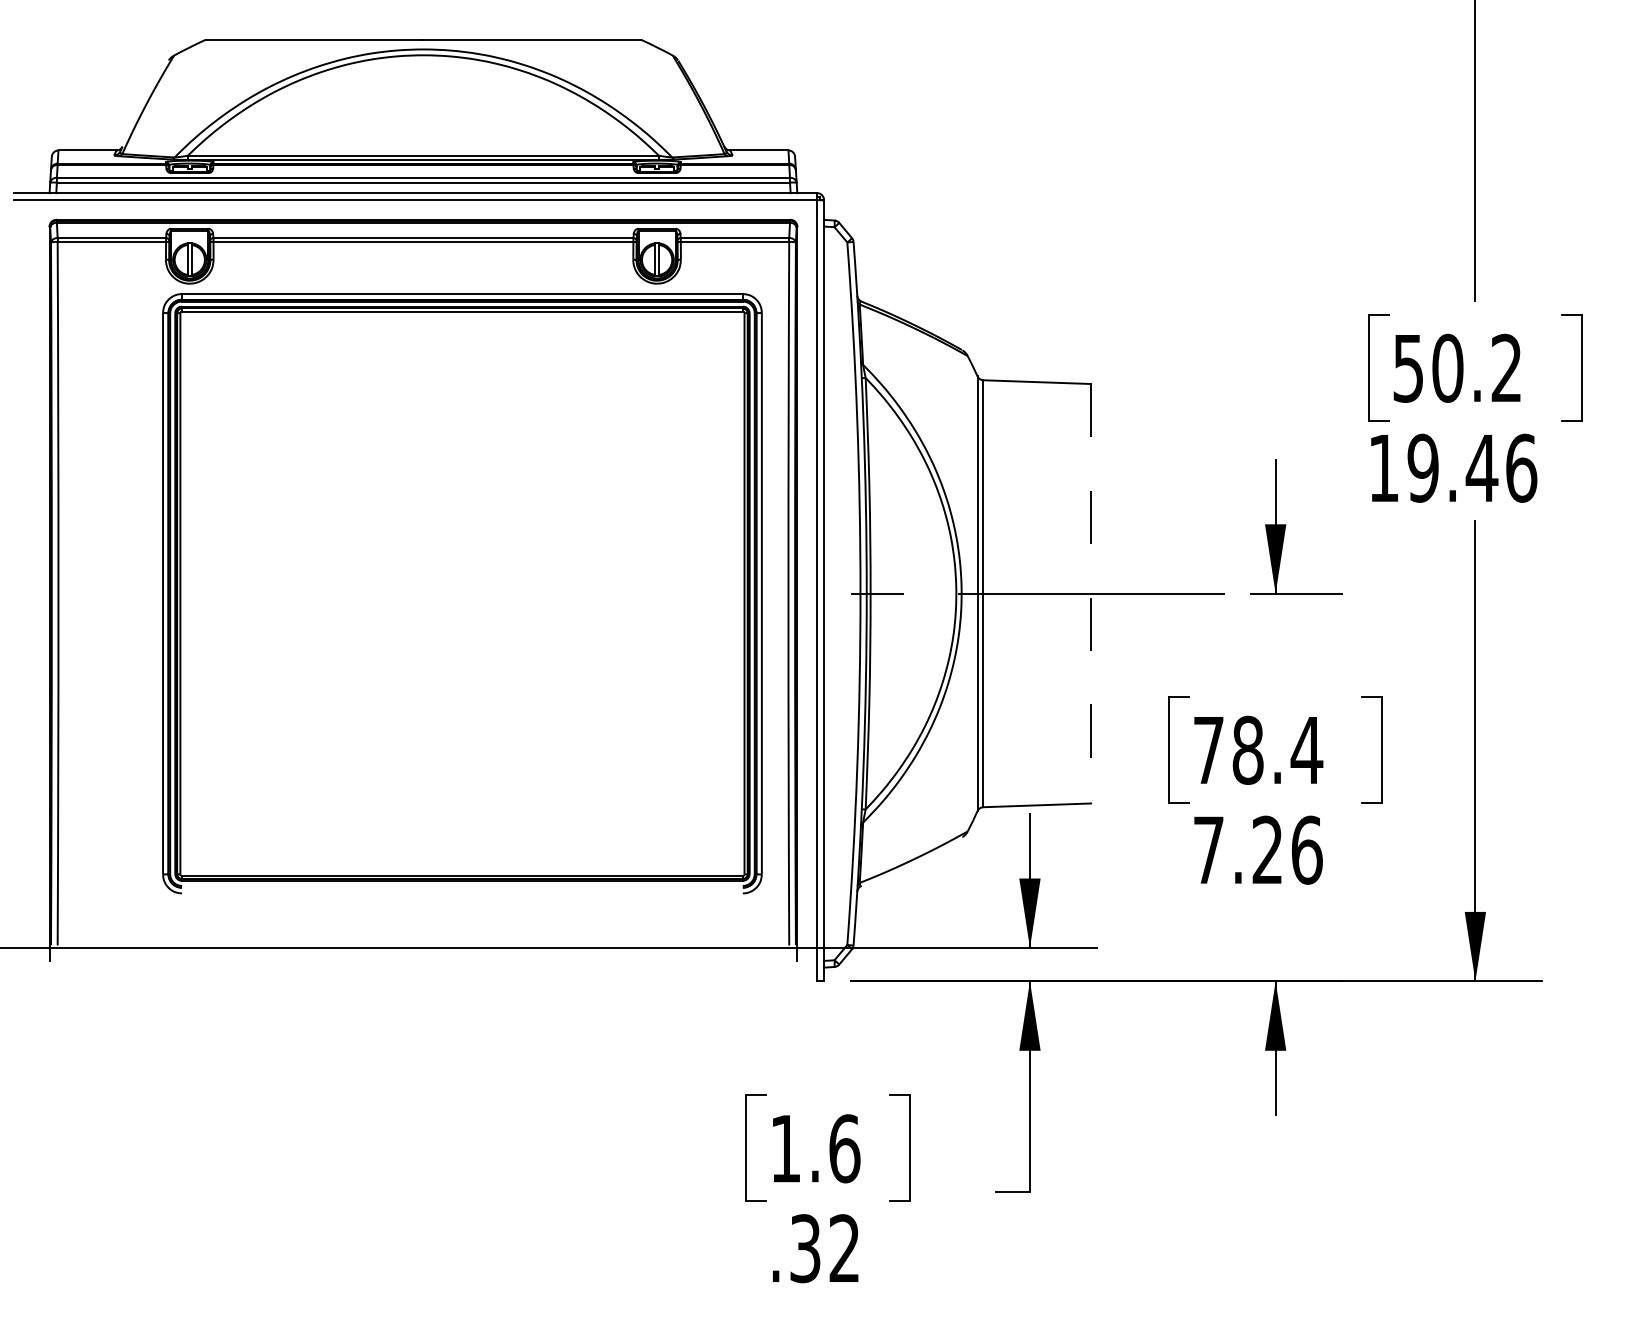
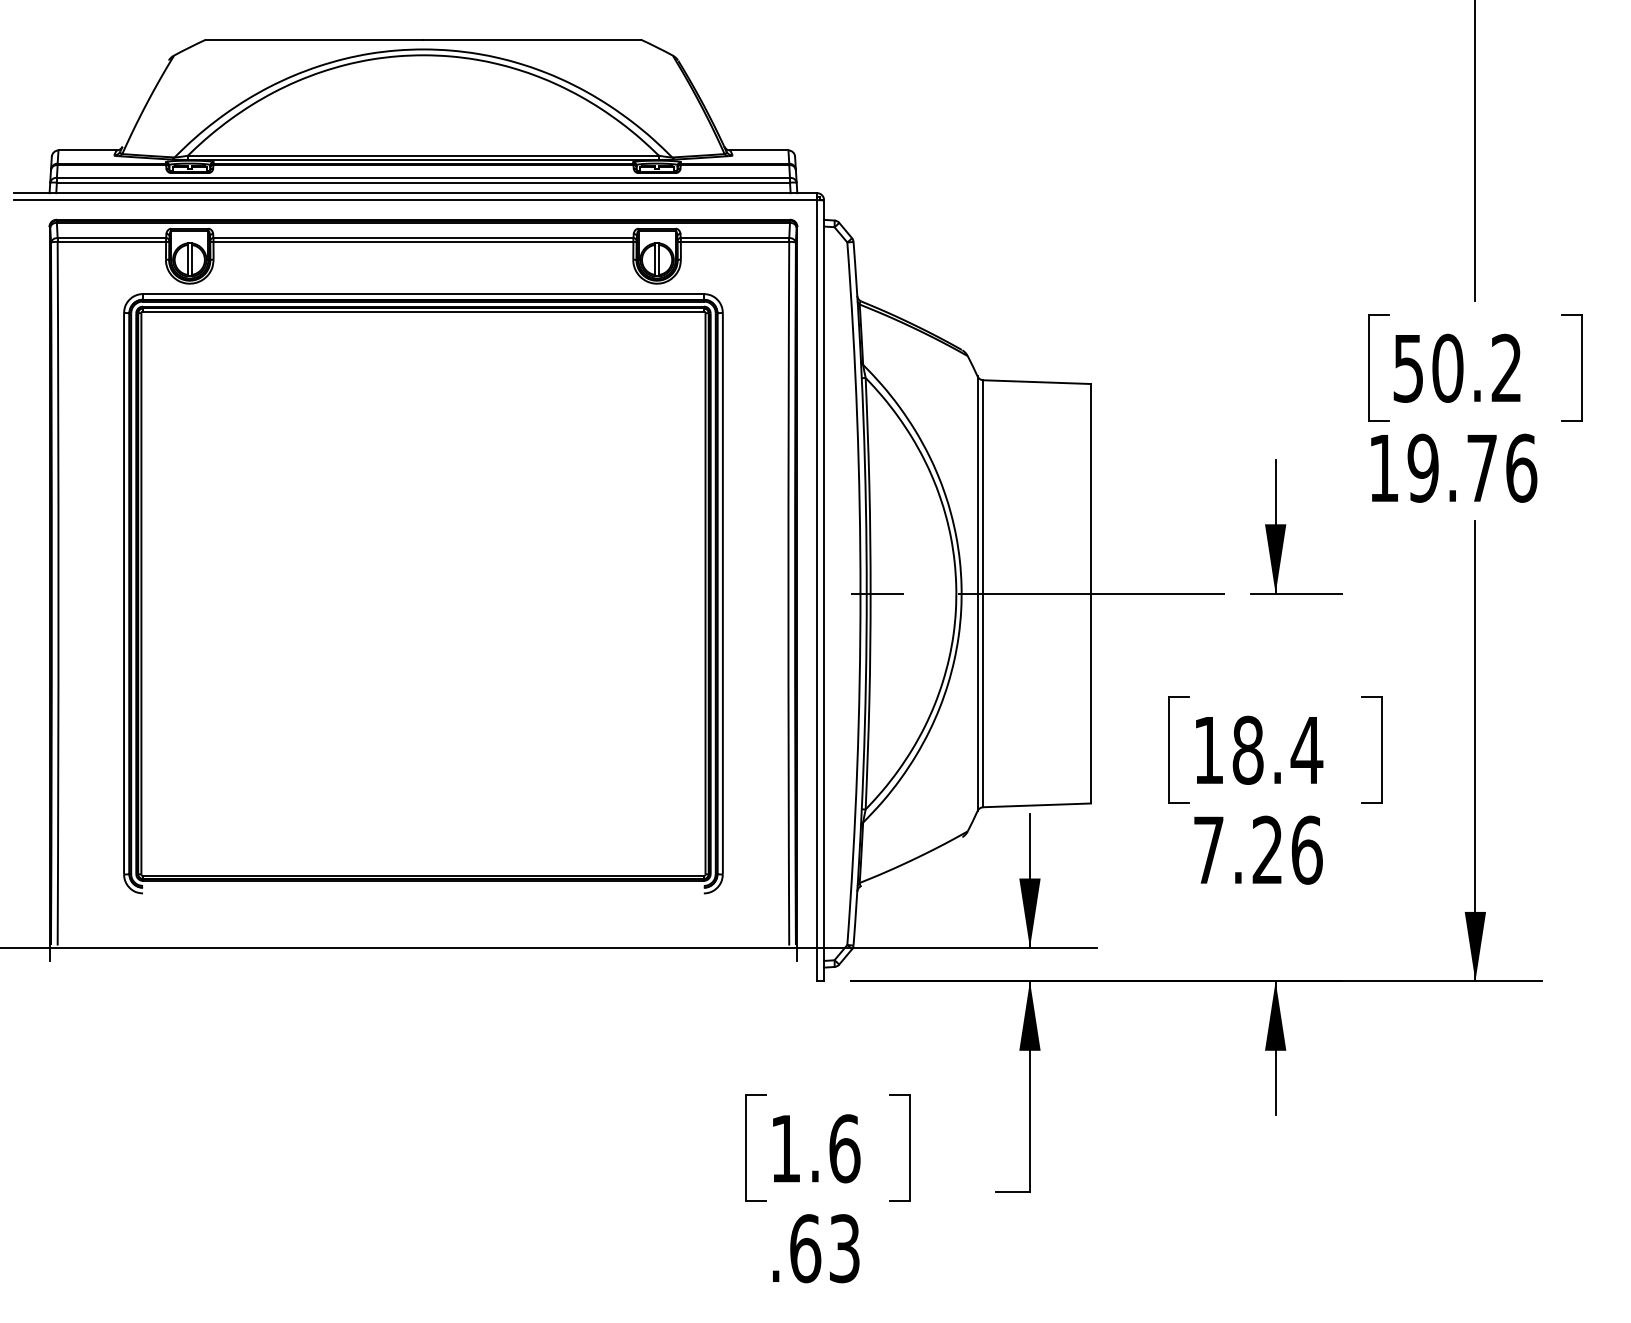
text at (1481, 468): 19.46 -> 19.76
part at (462, 593) position: (462, 593) -> (423, 593)
line at (1091, 593): dashed -> solid
text at (1208, 750): 78.4 -> 18.4
text at (824, 1248): .32 -> .63
